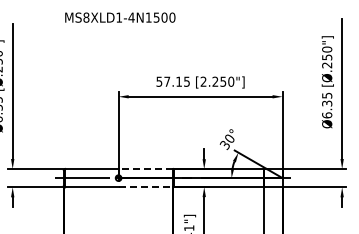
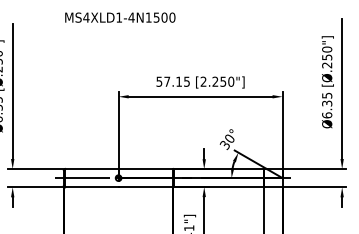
text at (86, 17): MS8XLD1-4N1500 -> MS4XLD1-4N1500
line at (145, 169): dashed -> solid
line at (146, 187): dashed -> solid
